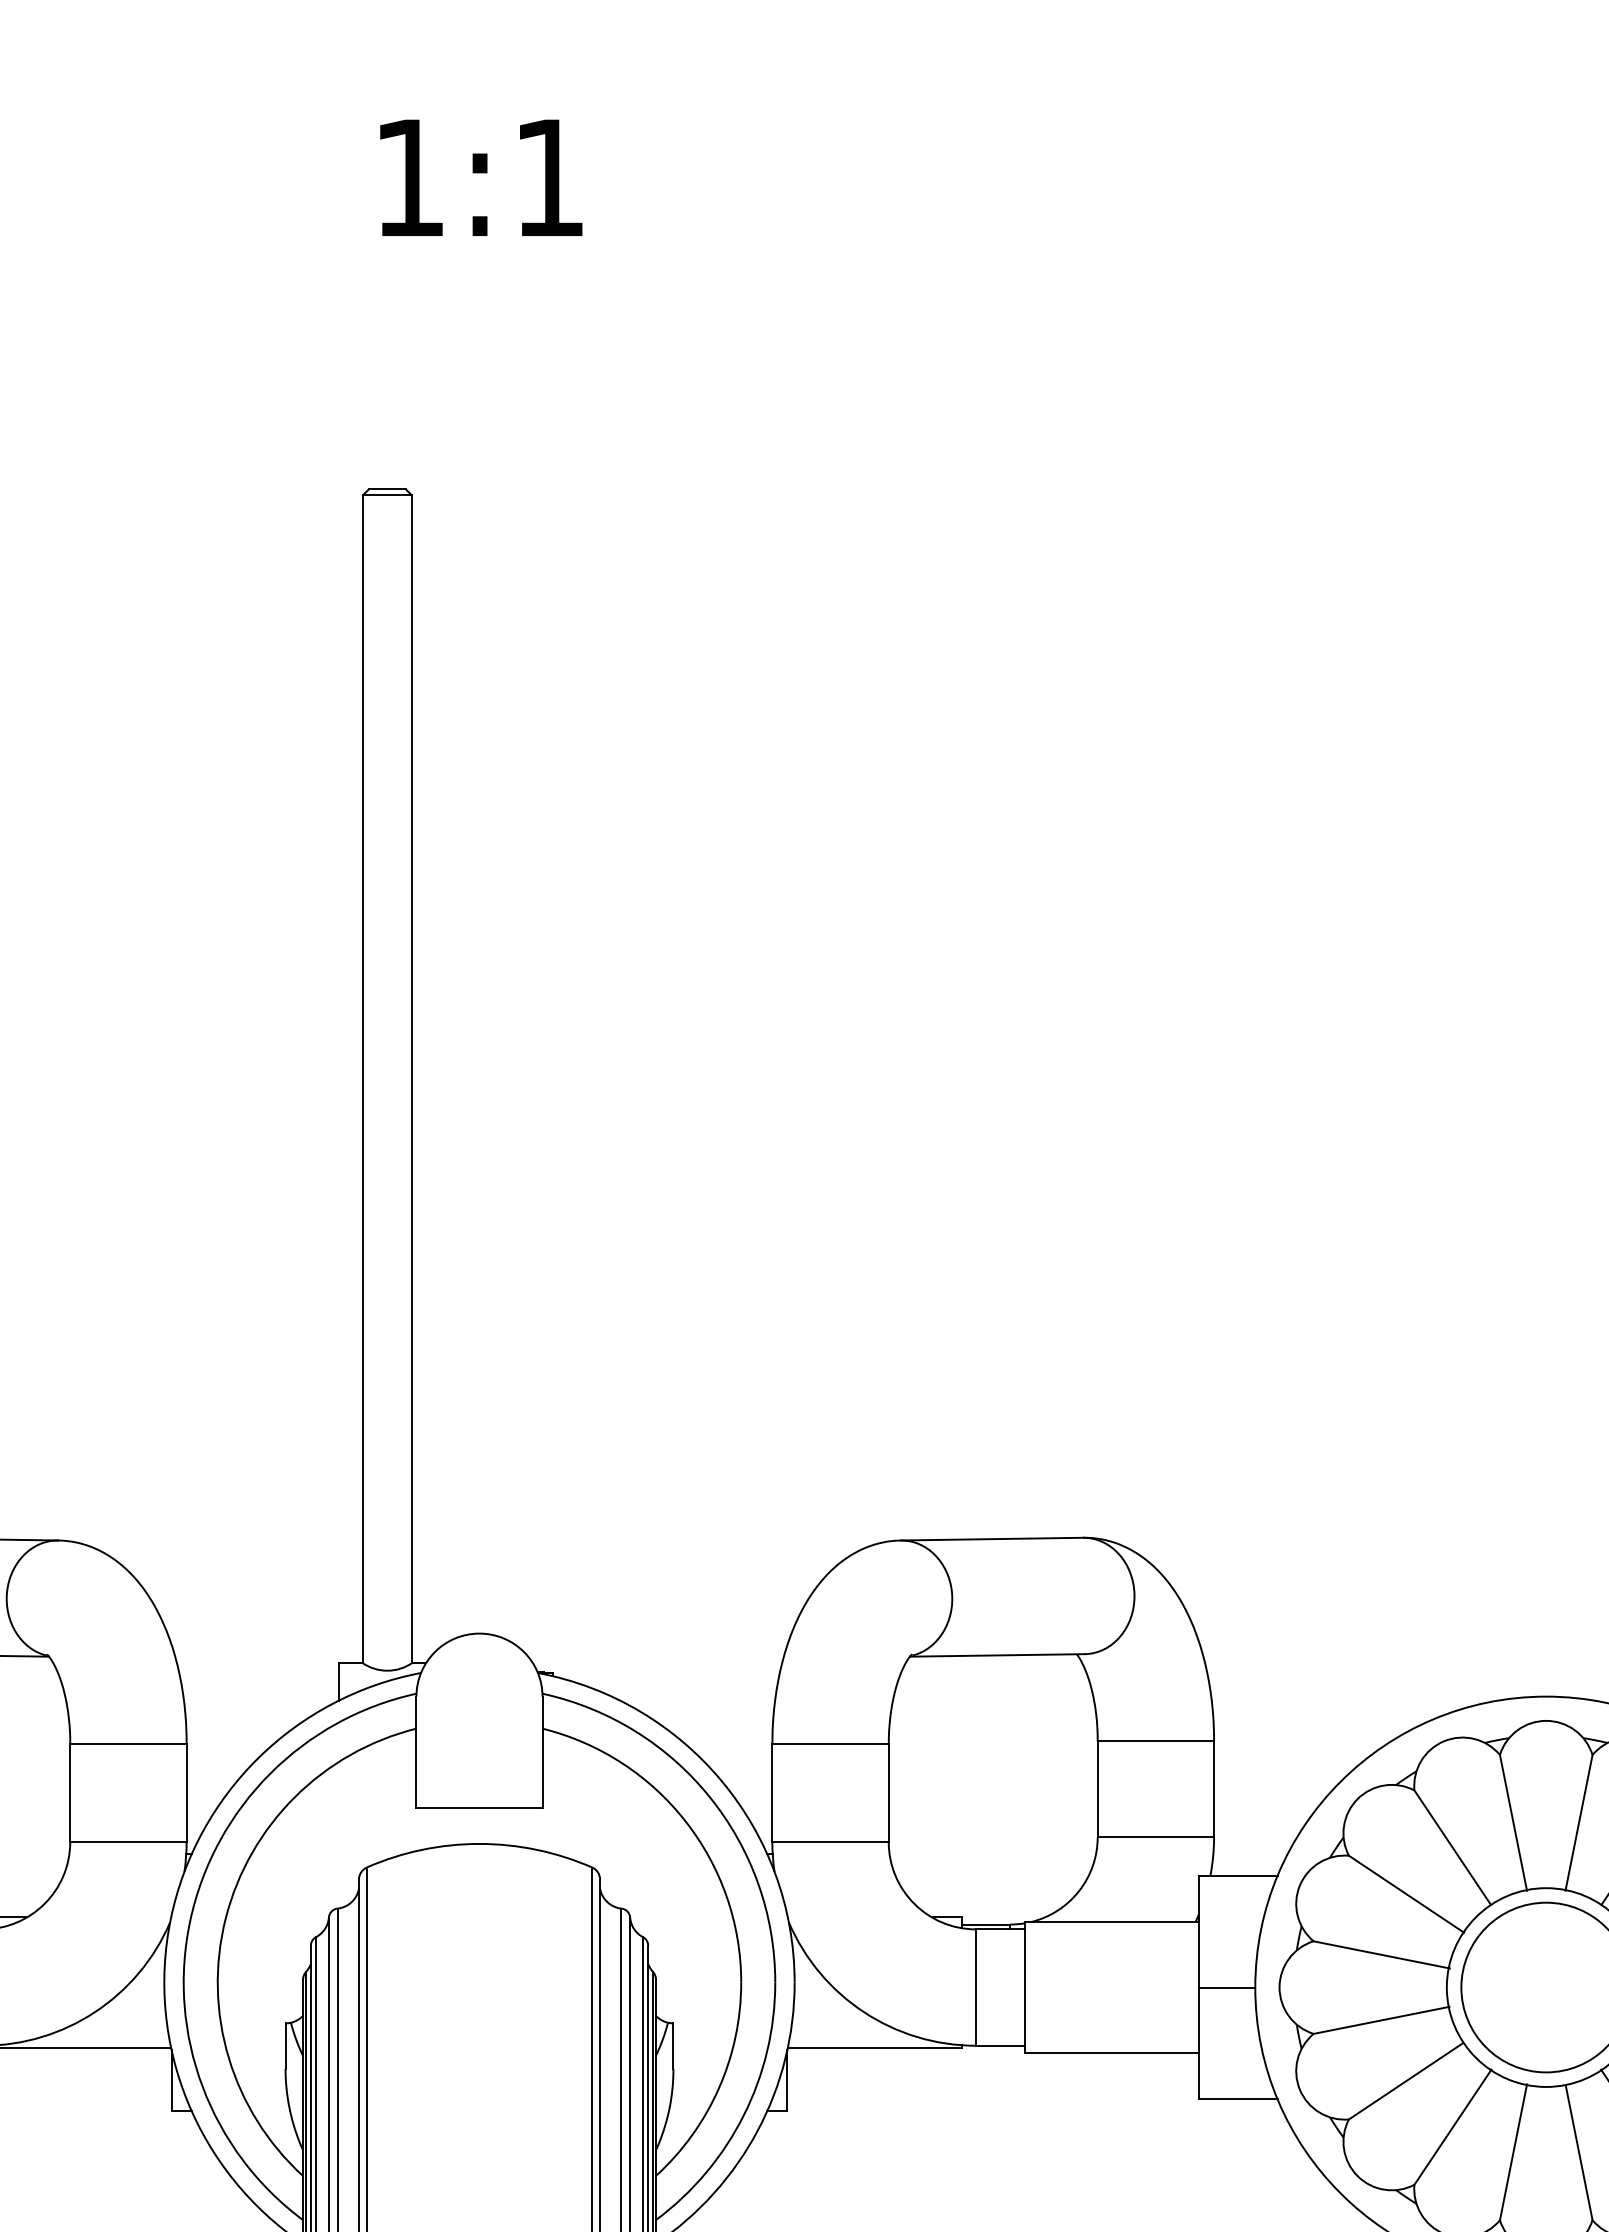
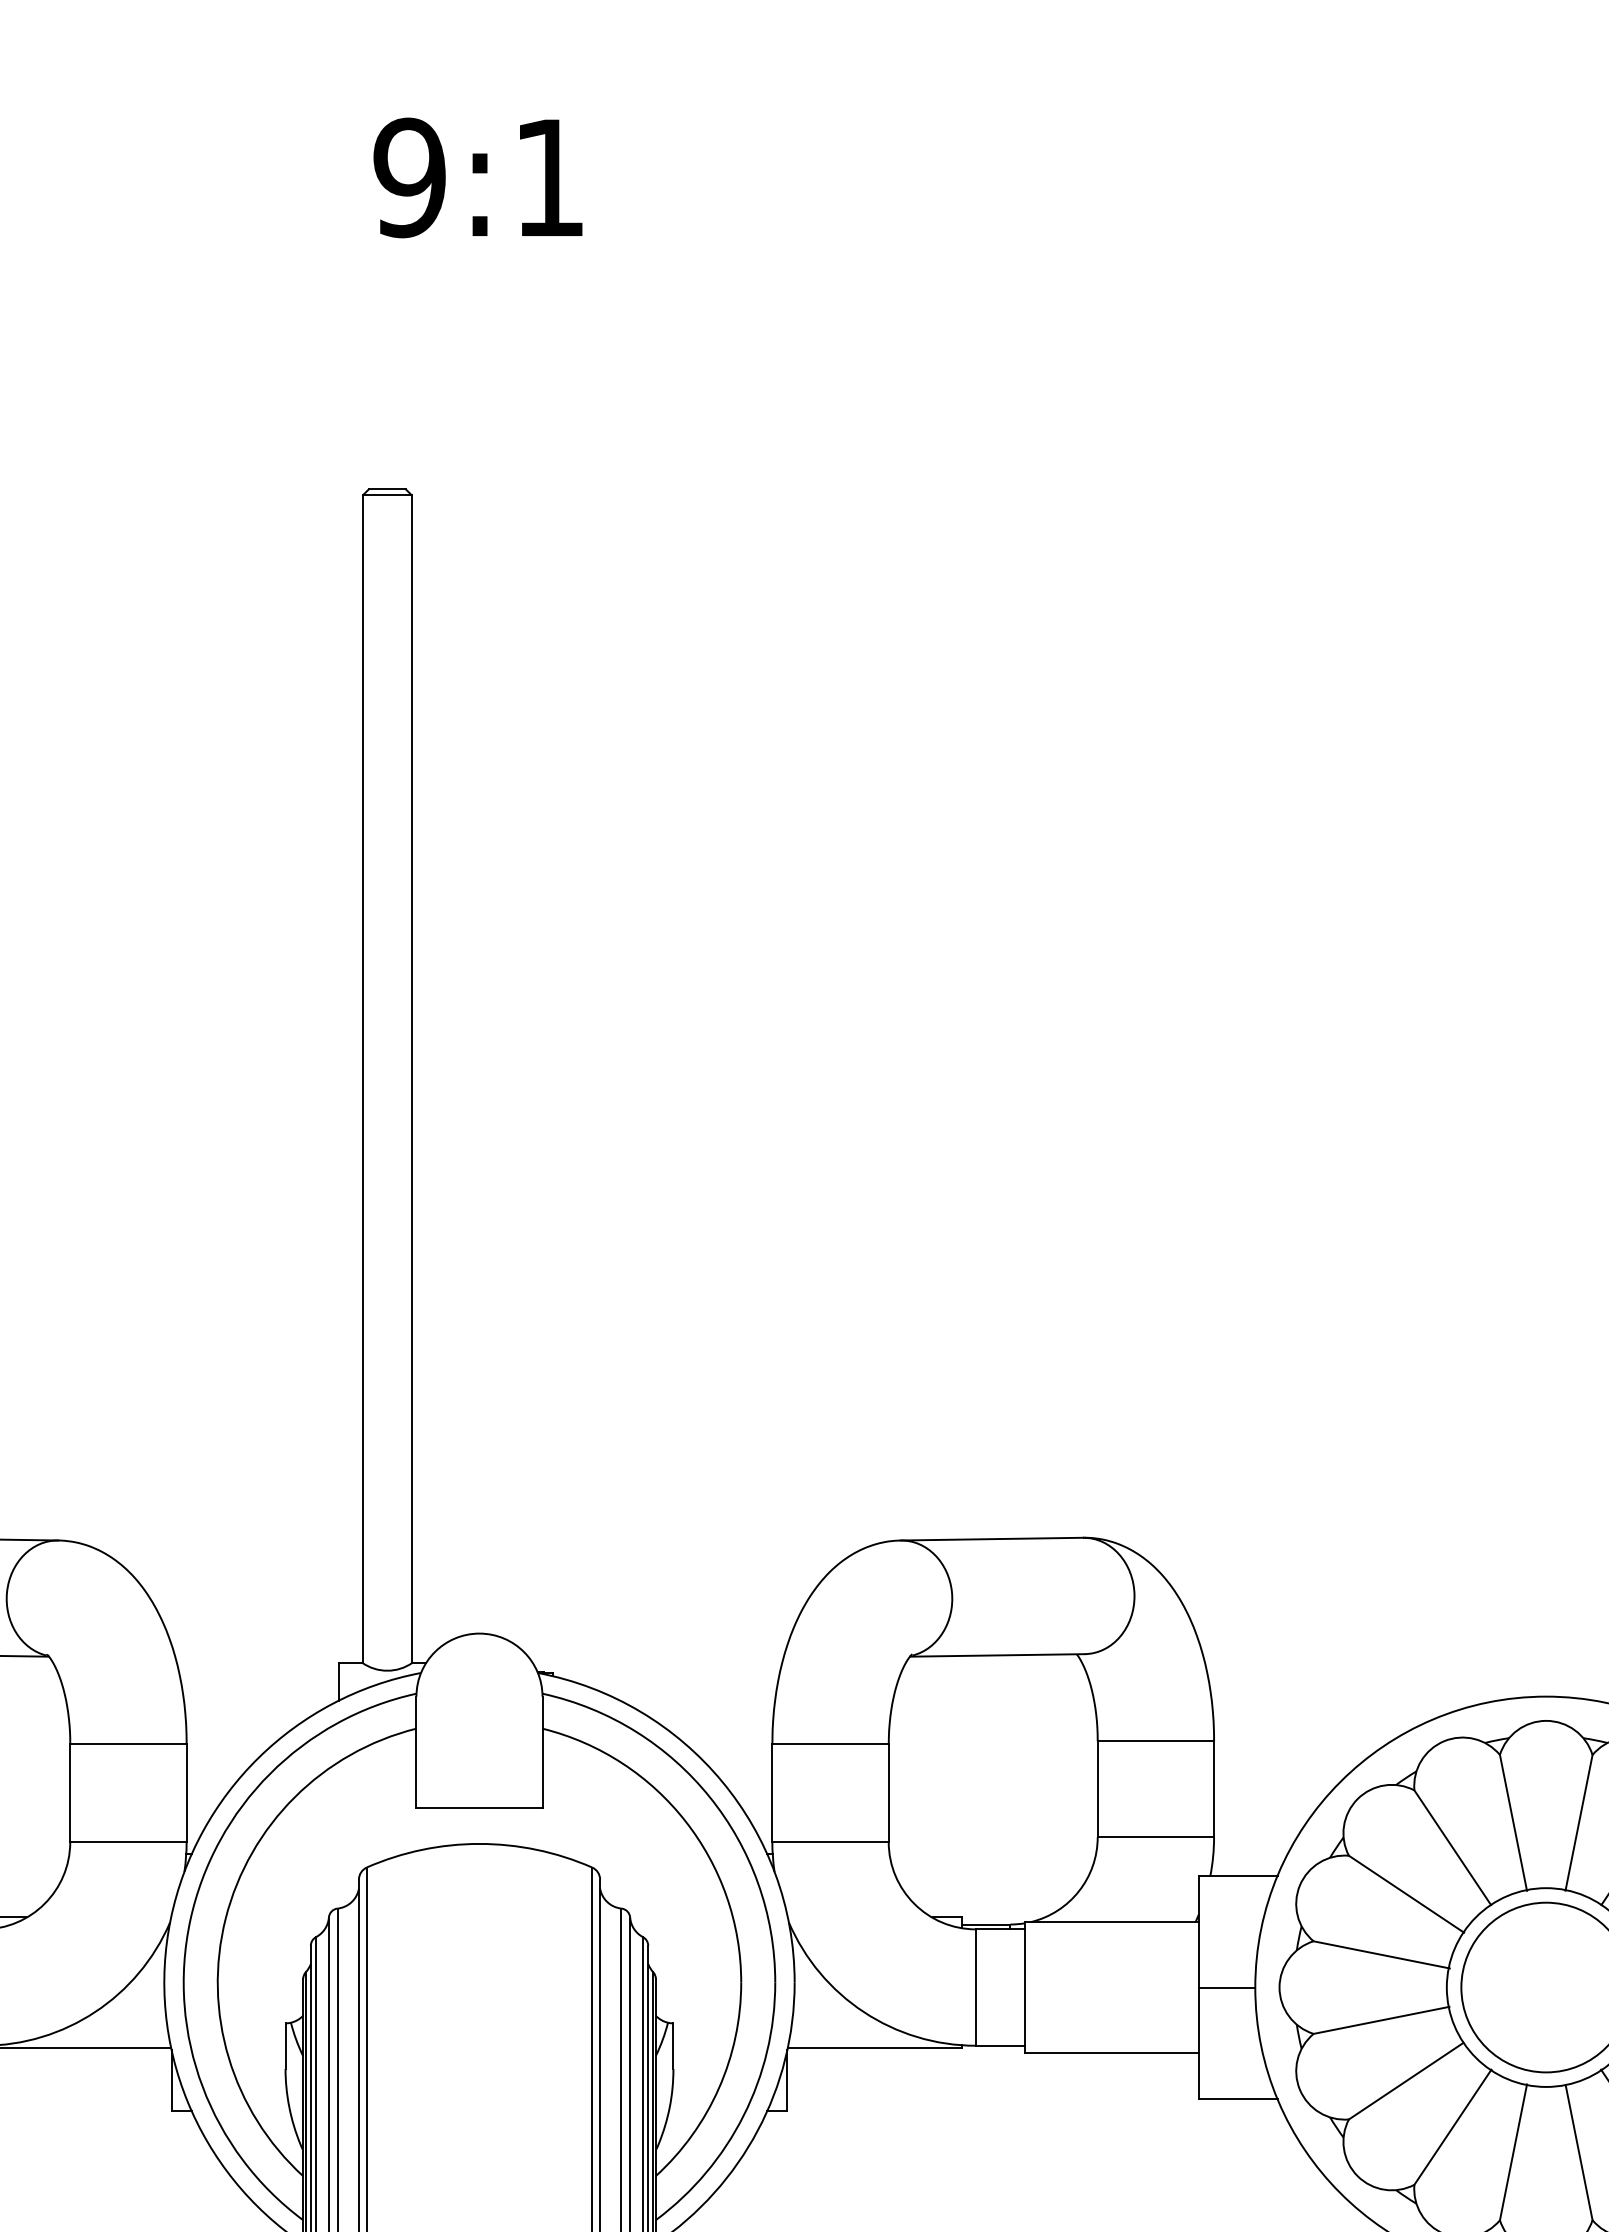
text at (409, 177): 1:1 -> 9:1
